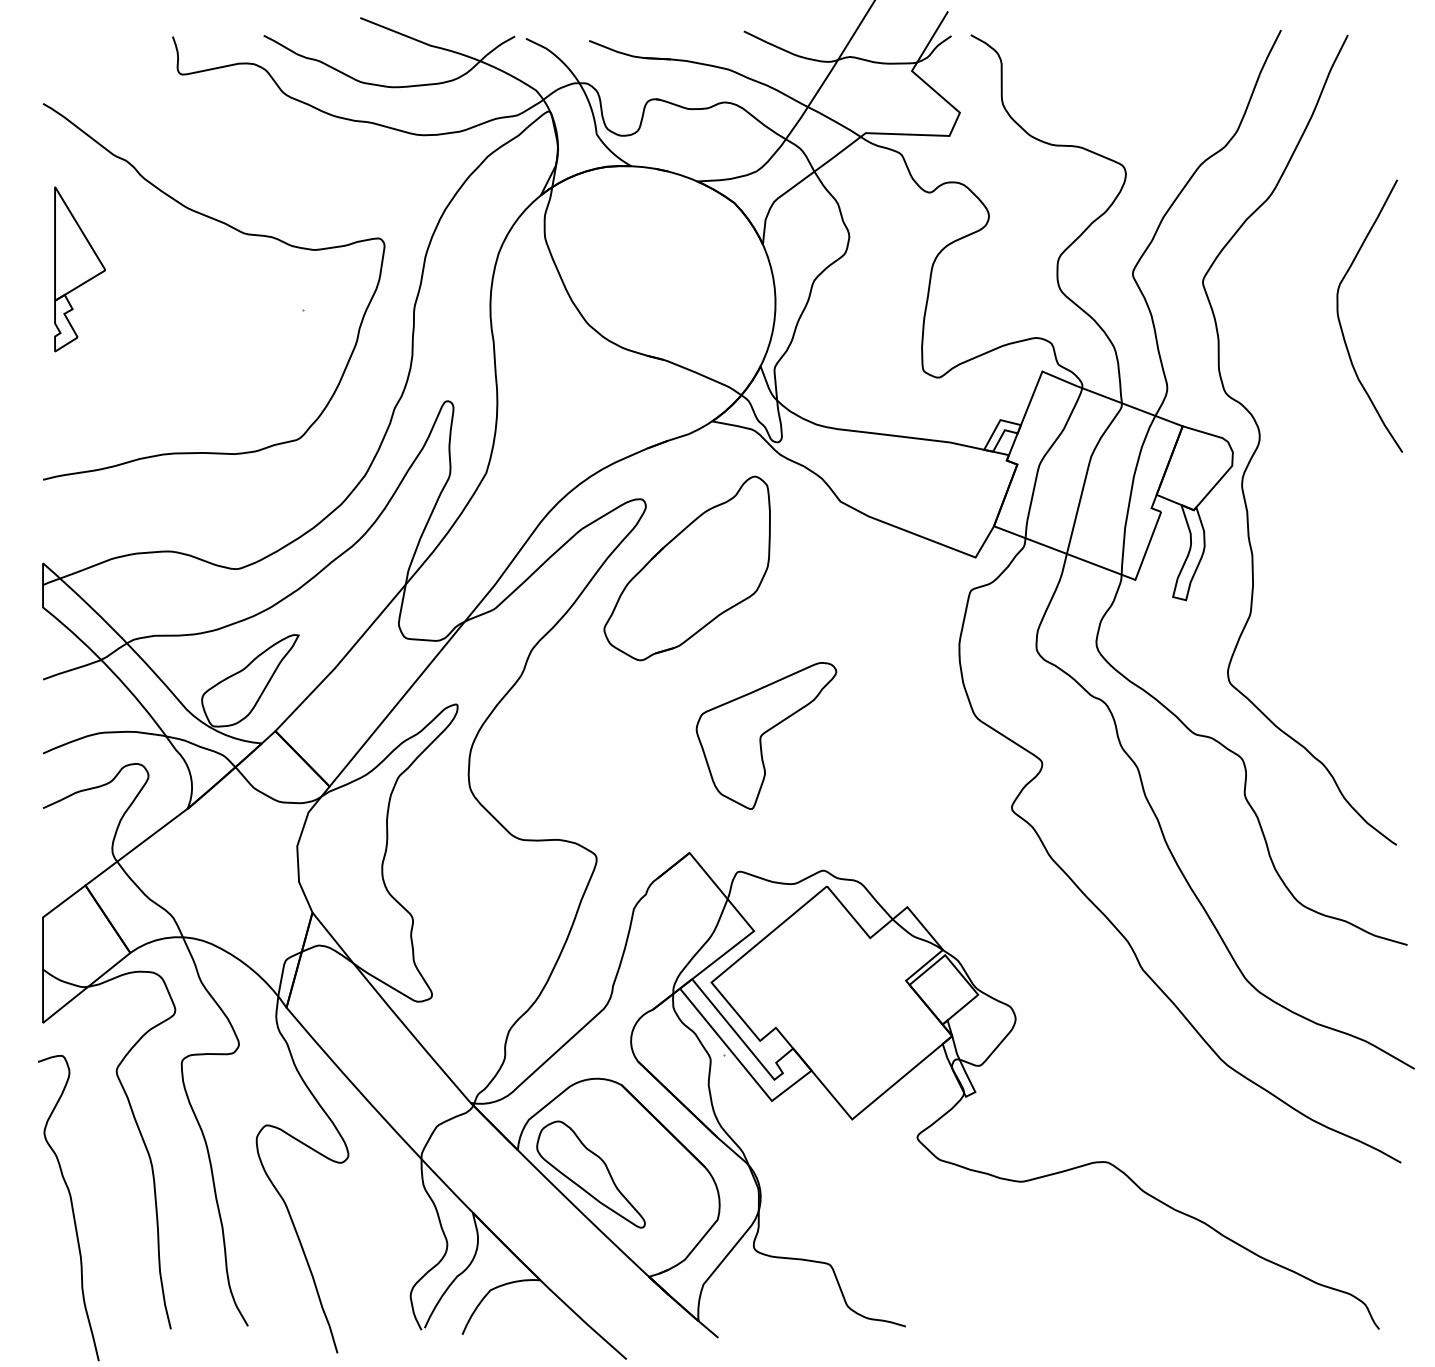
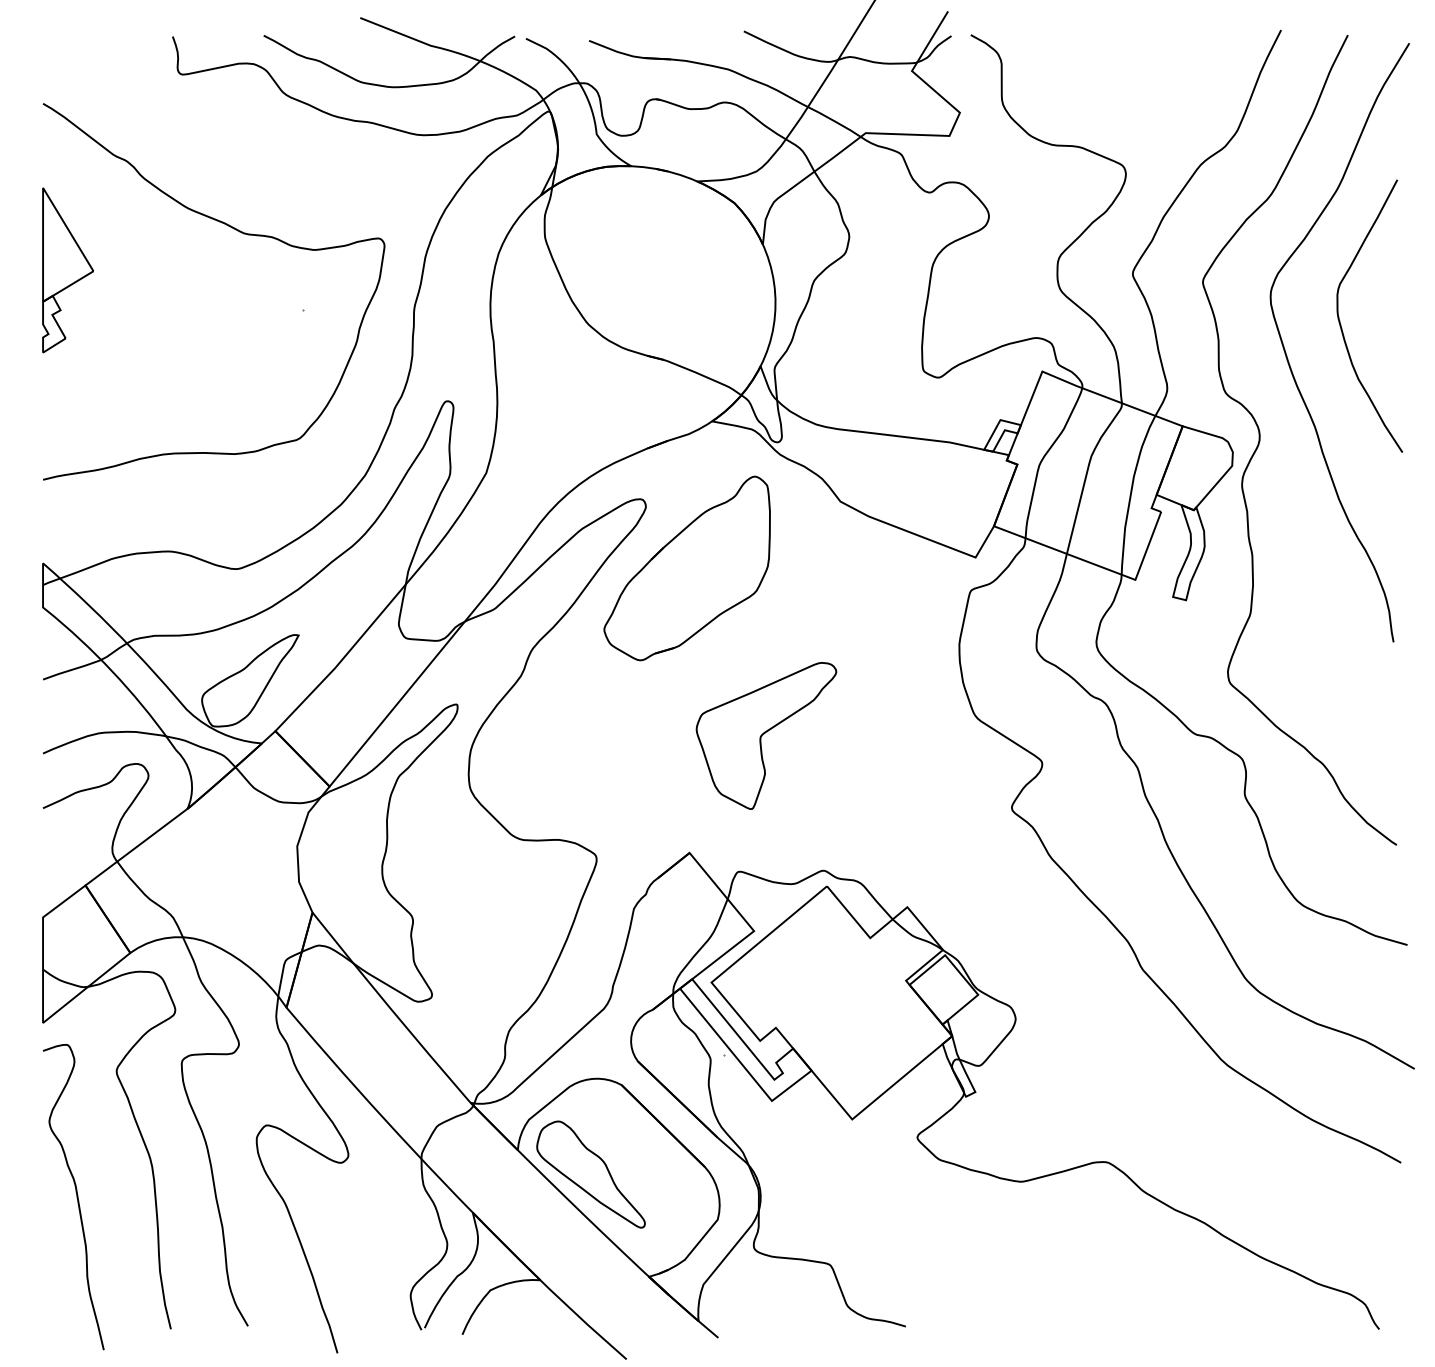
part at (80, 269) position: (80, 269) -> (68, 270)
curve at (1288, 358): none -> present
curve at (71, 1207) position: (71, 1207) -> (76, 1196)
